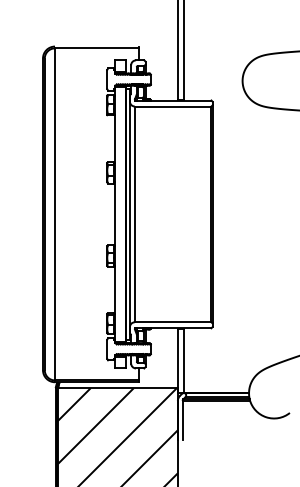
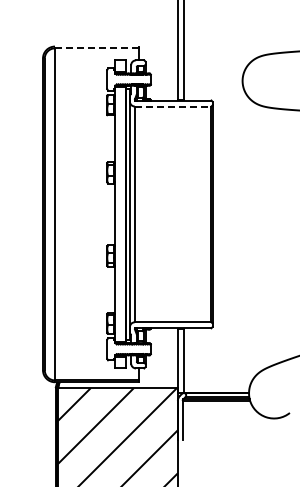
line at (96, 48): solid -> dashed
line at (173, 106): solid -> dashed
